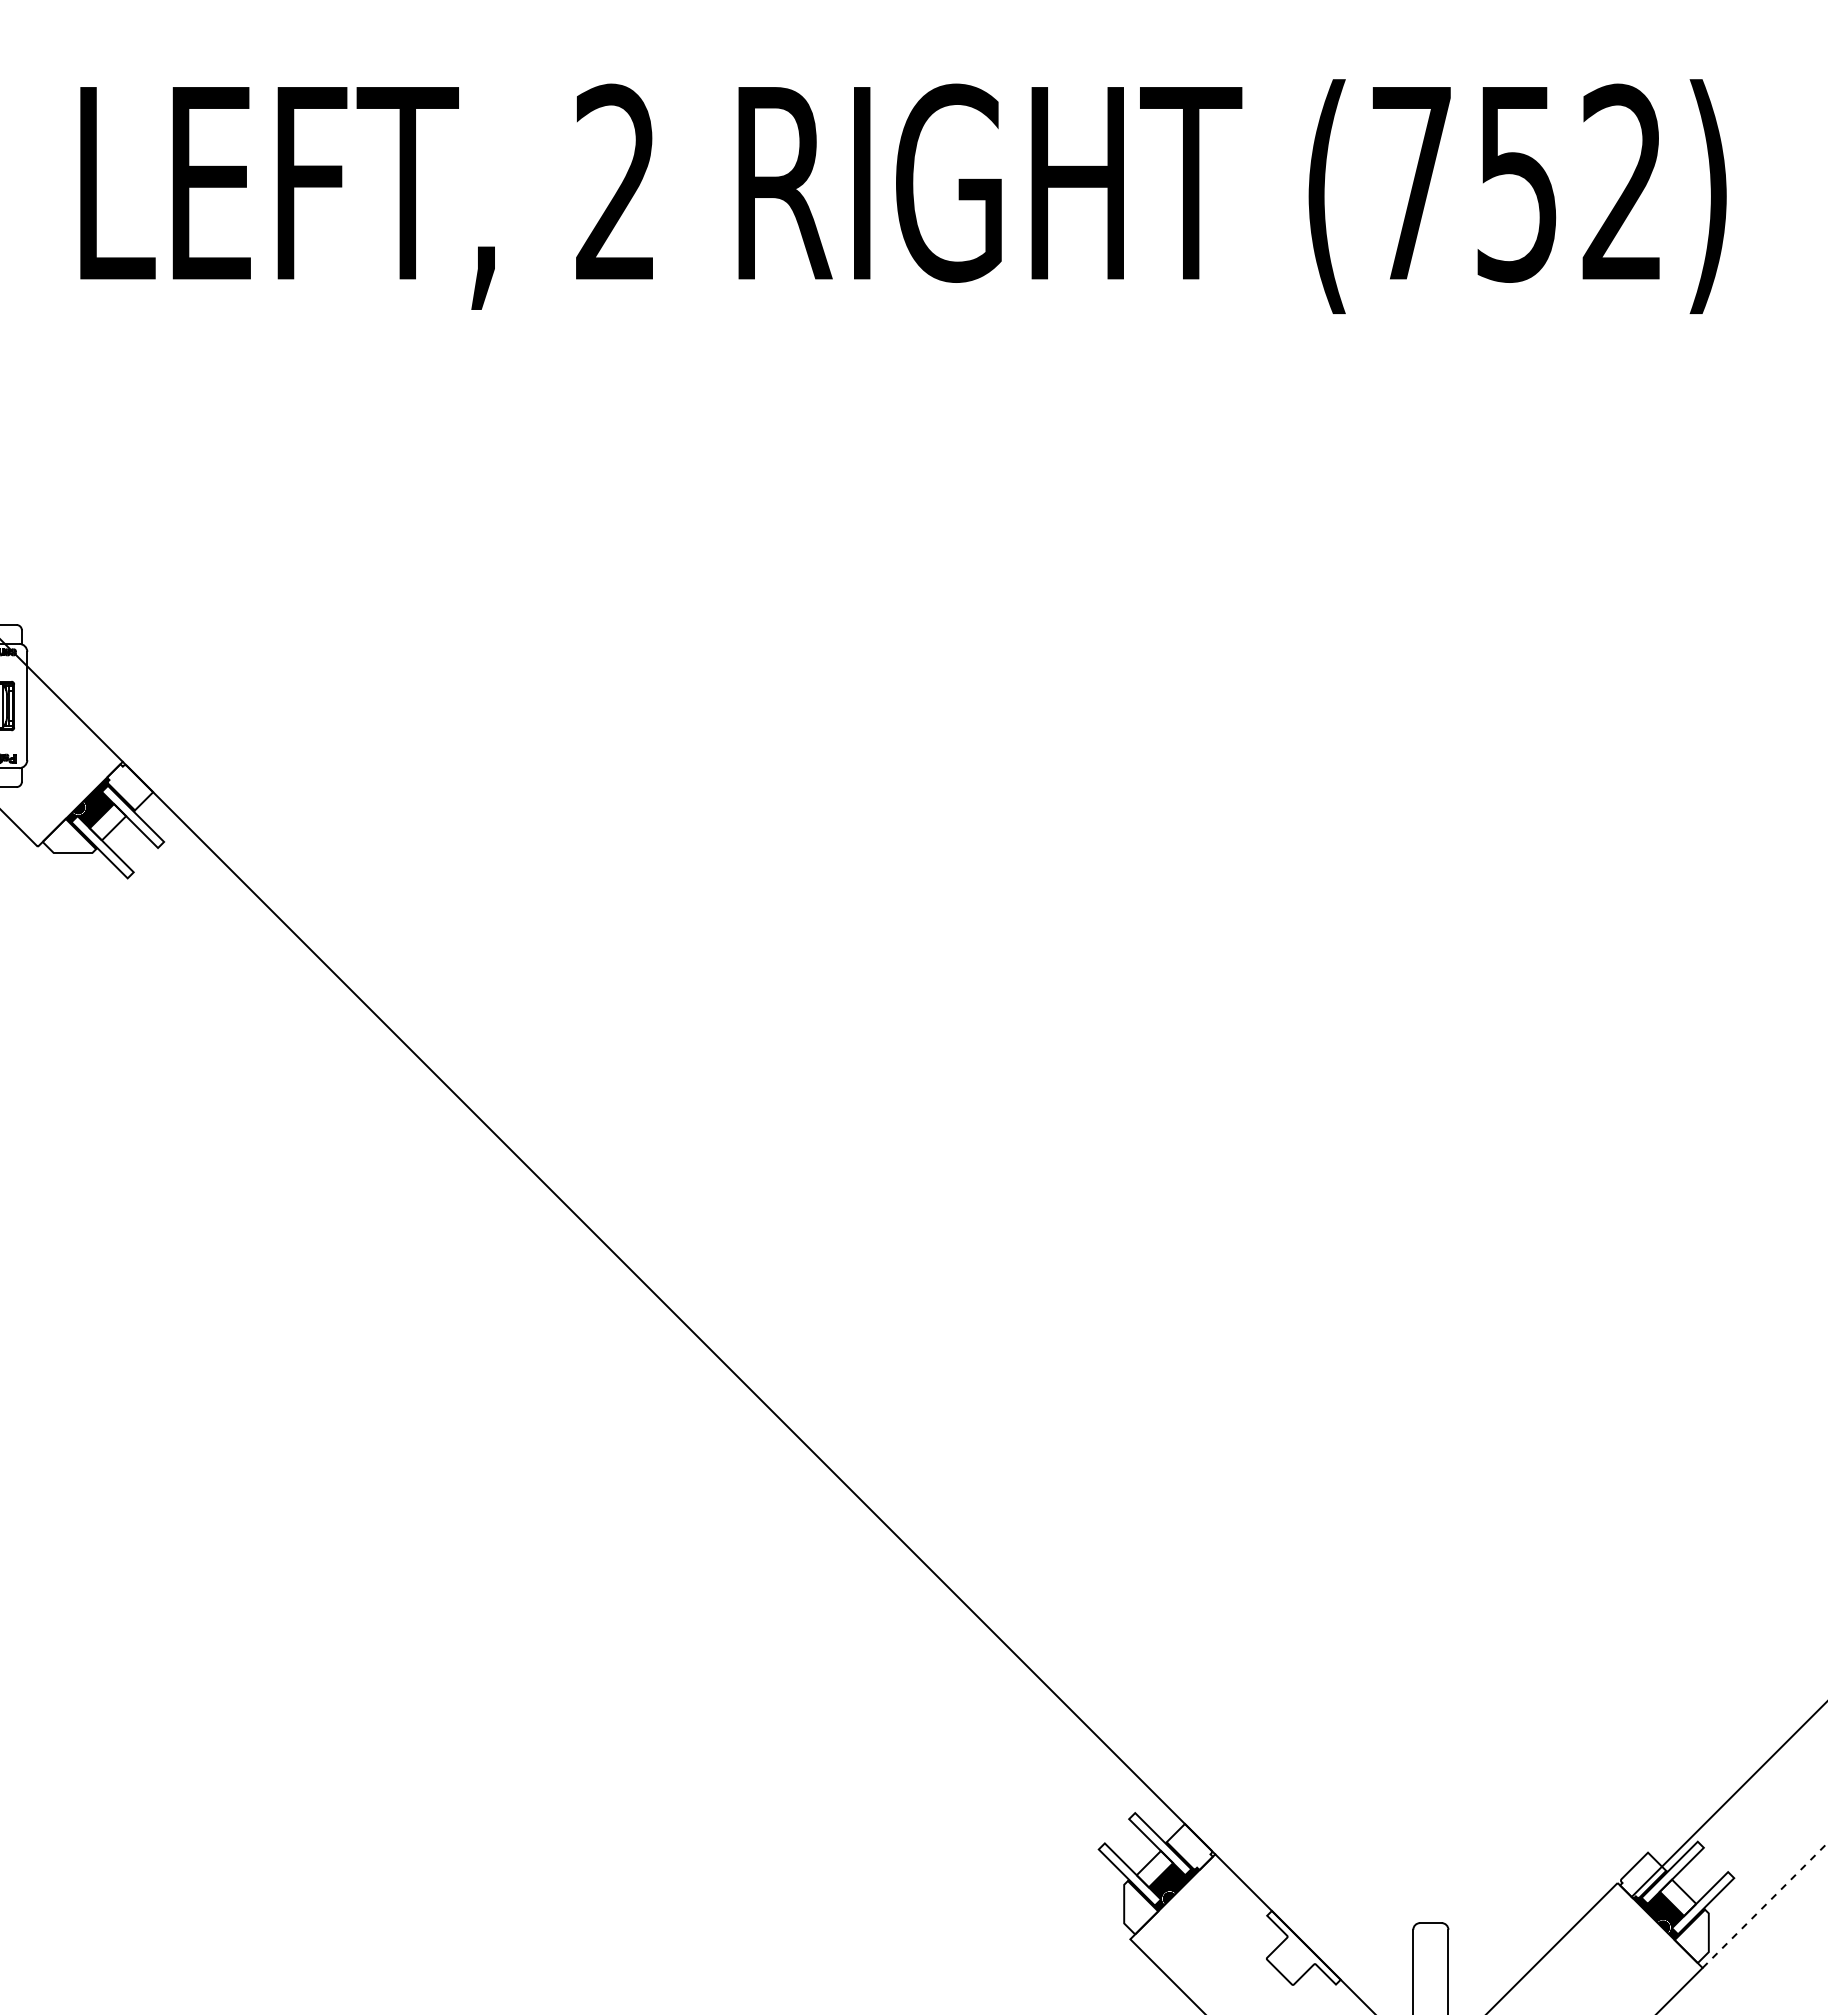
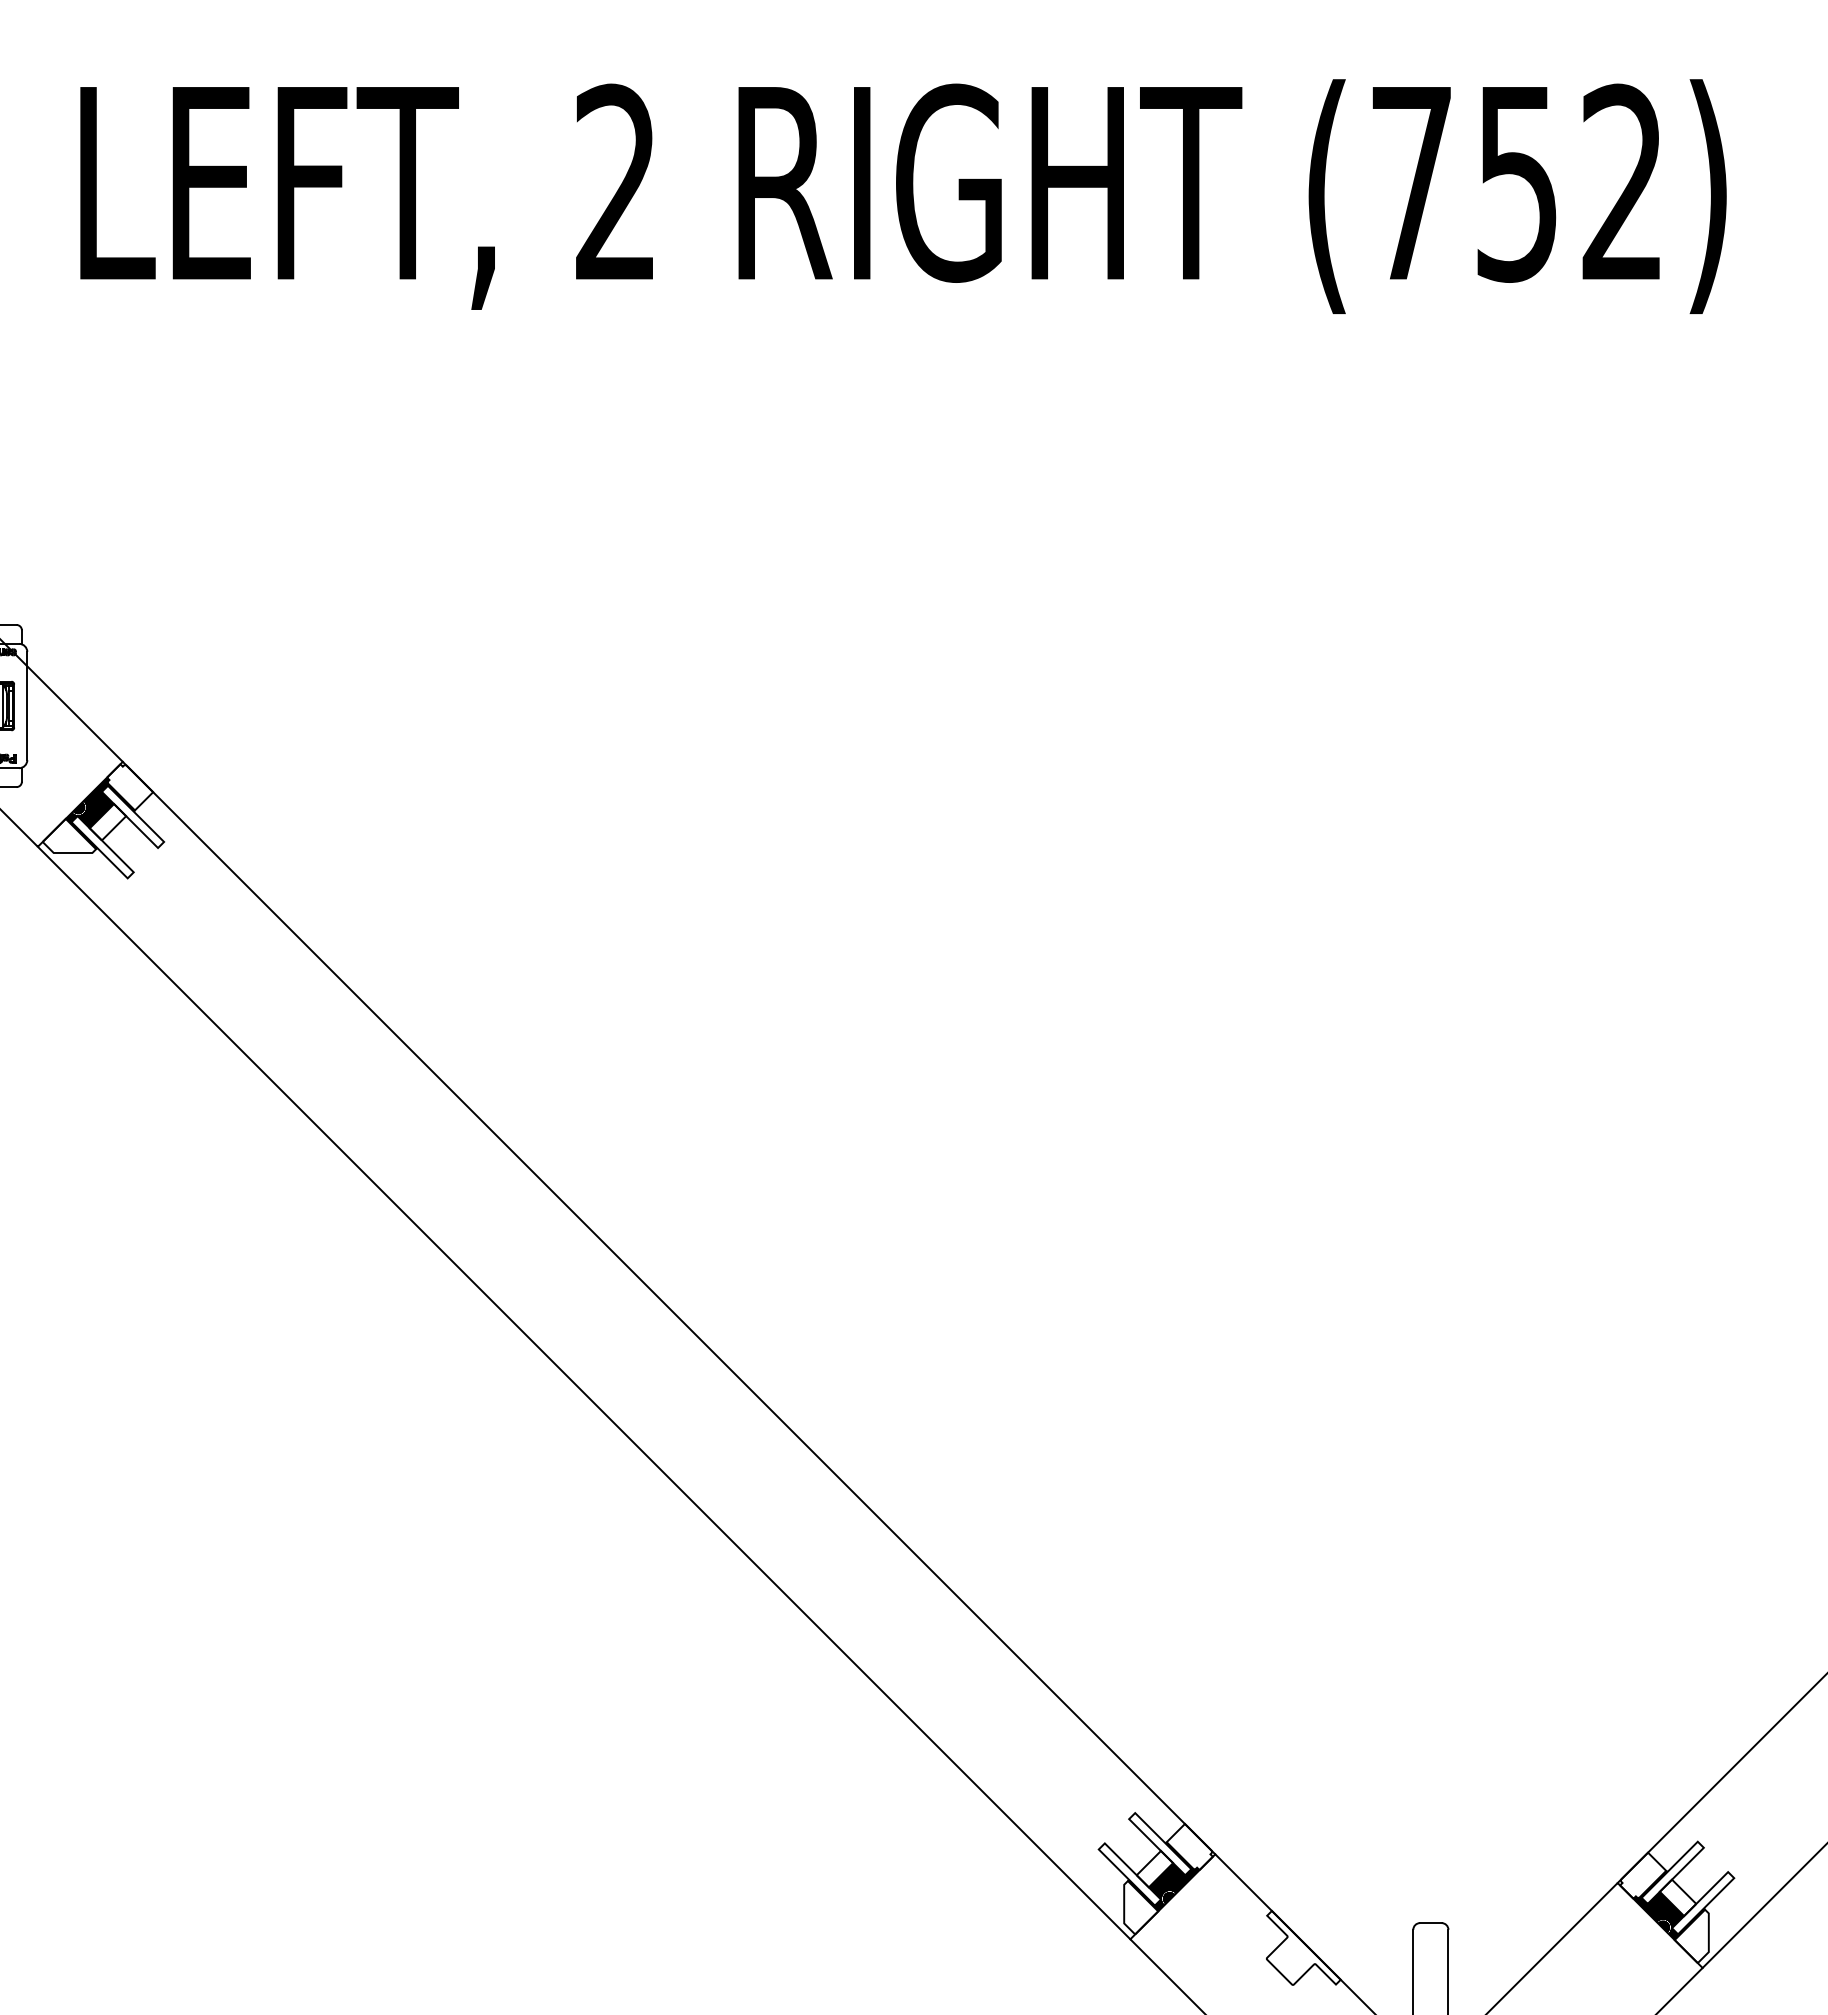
line at (583, 1392): none -> present
line at (1727, 1800) position: (1727, 1800) -> (1720, 1779)
line at (1765, 1905): dashed -> solid
